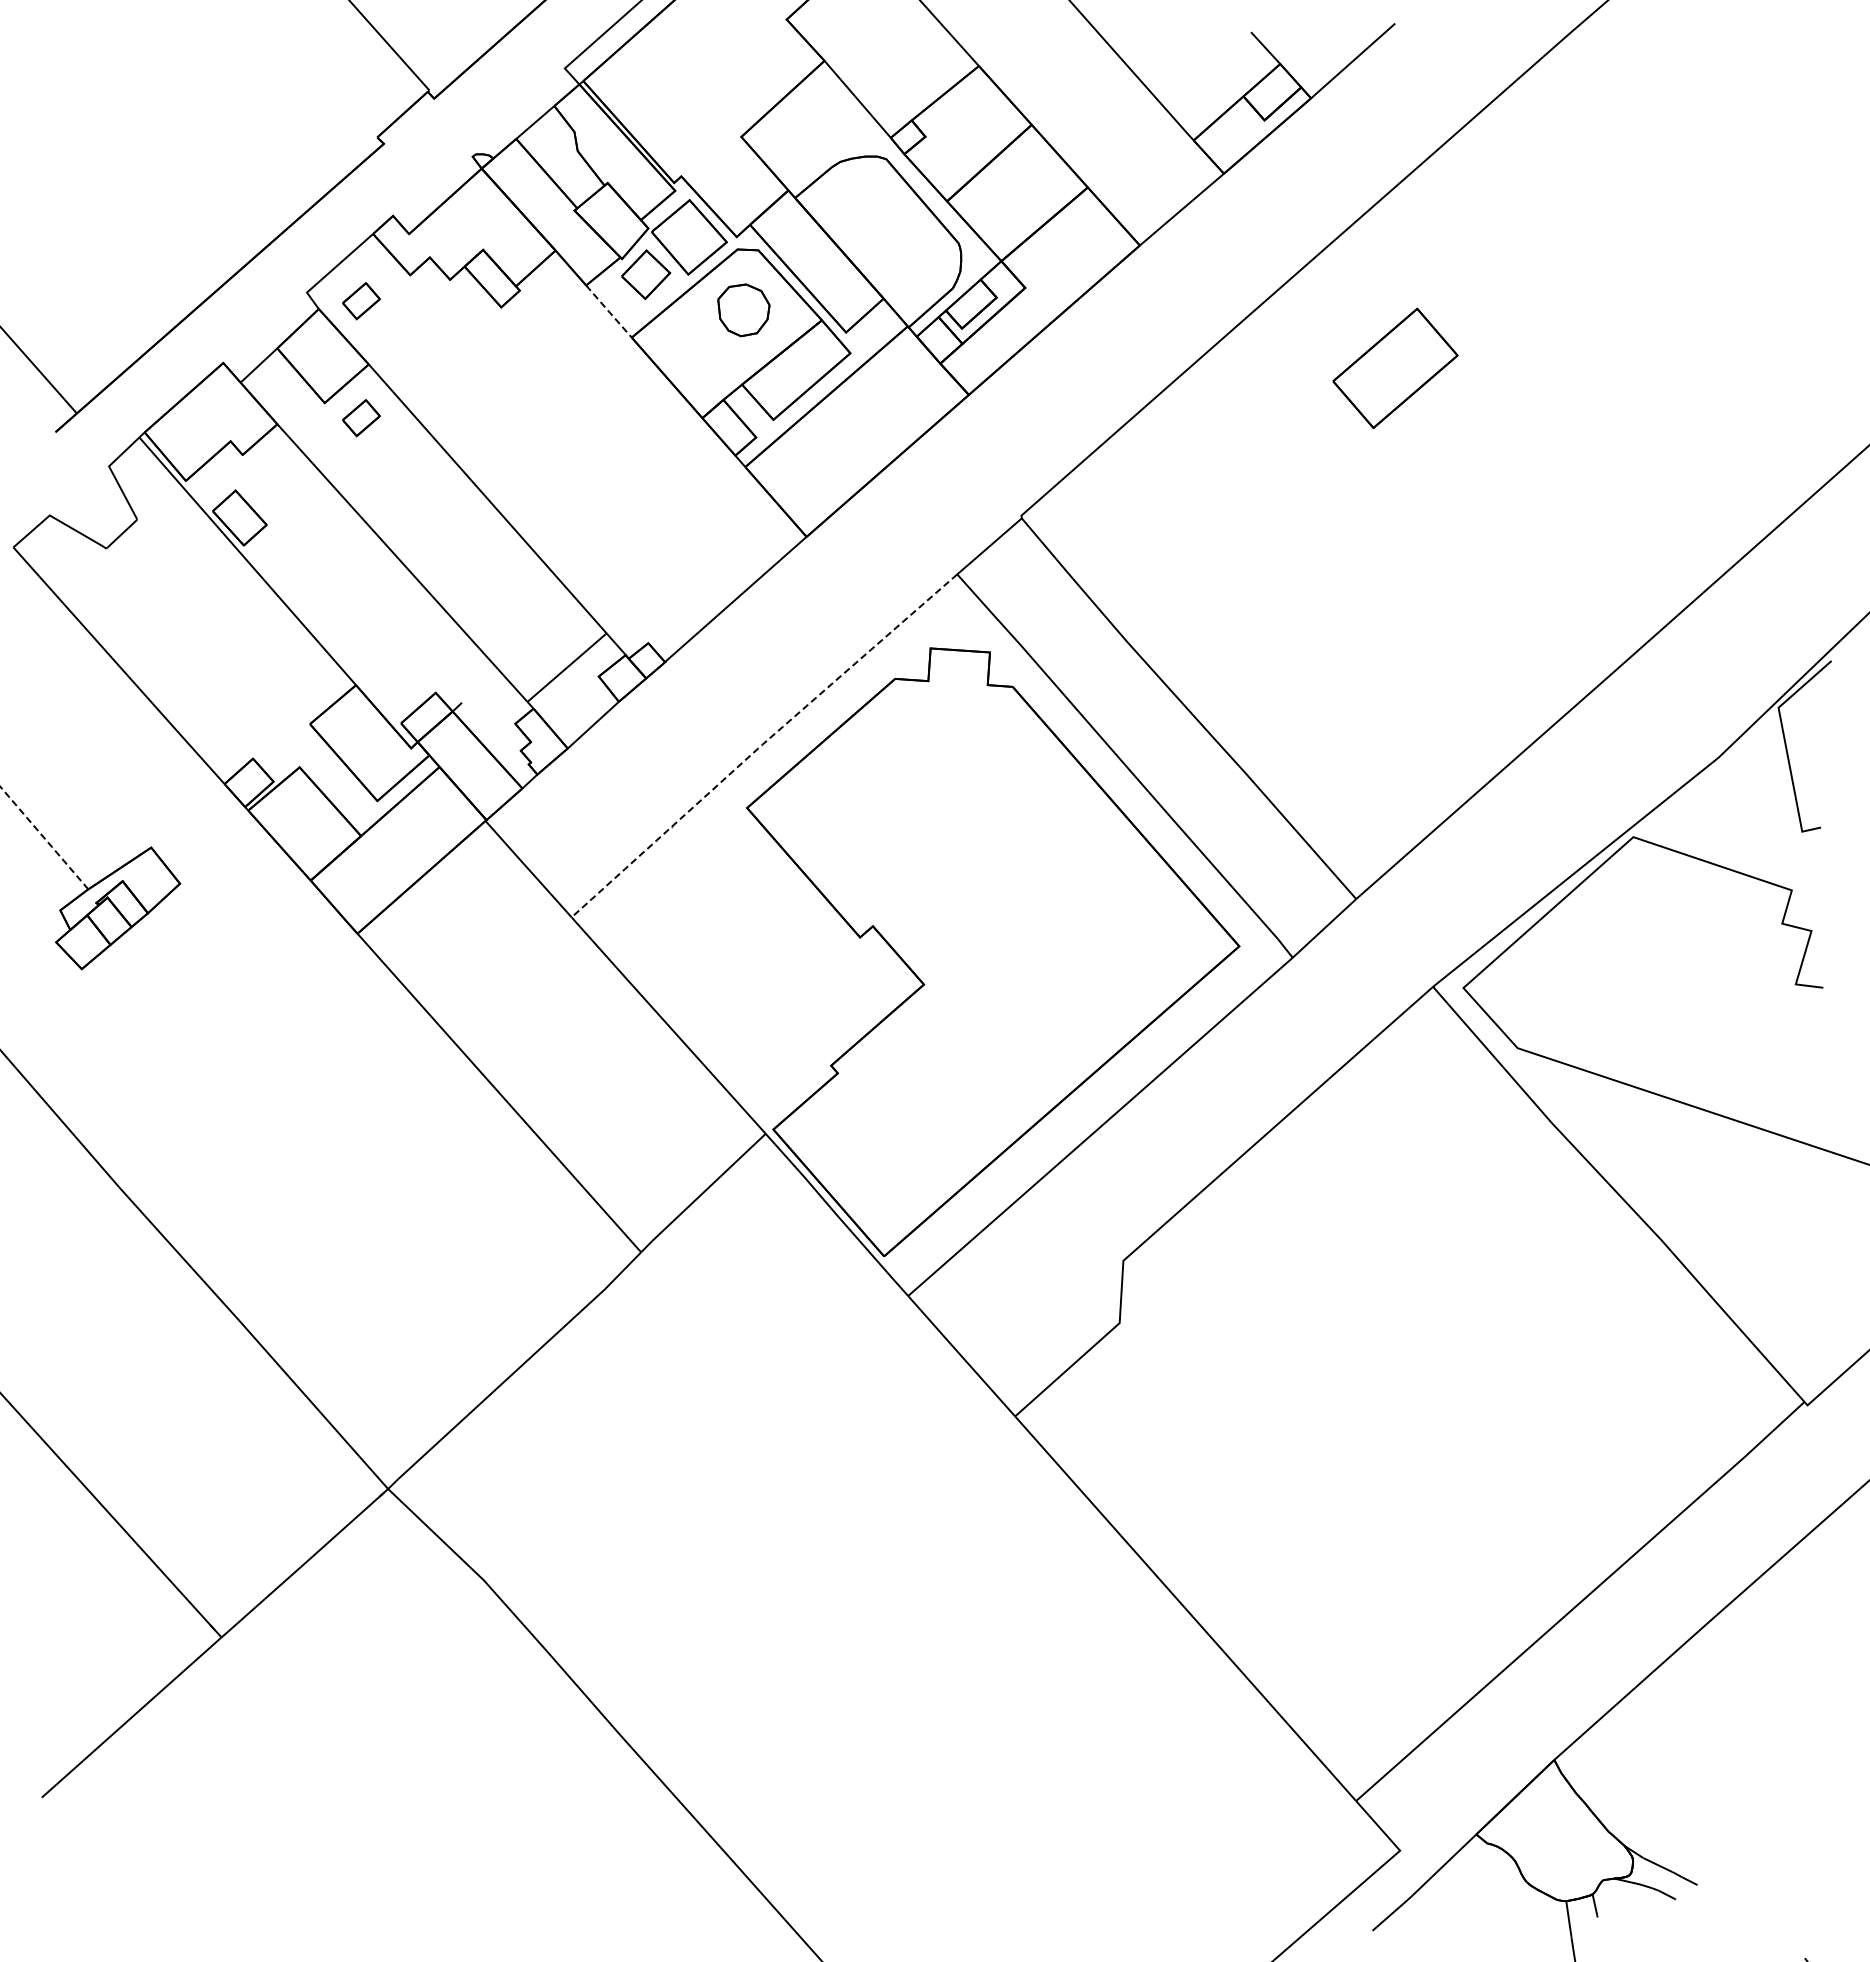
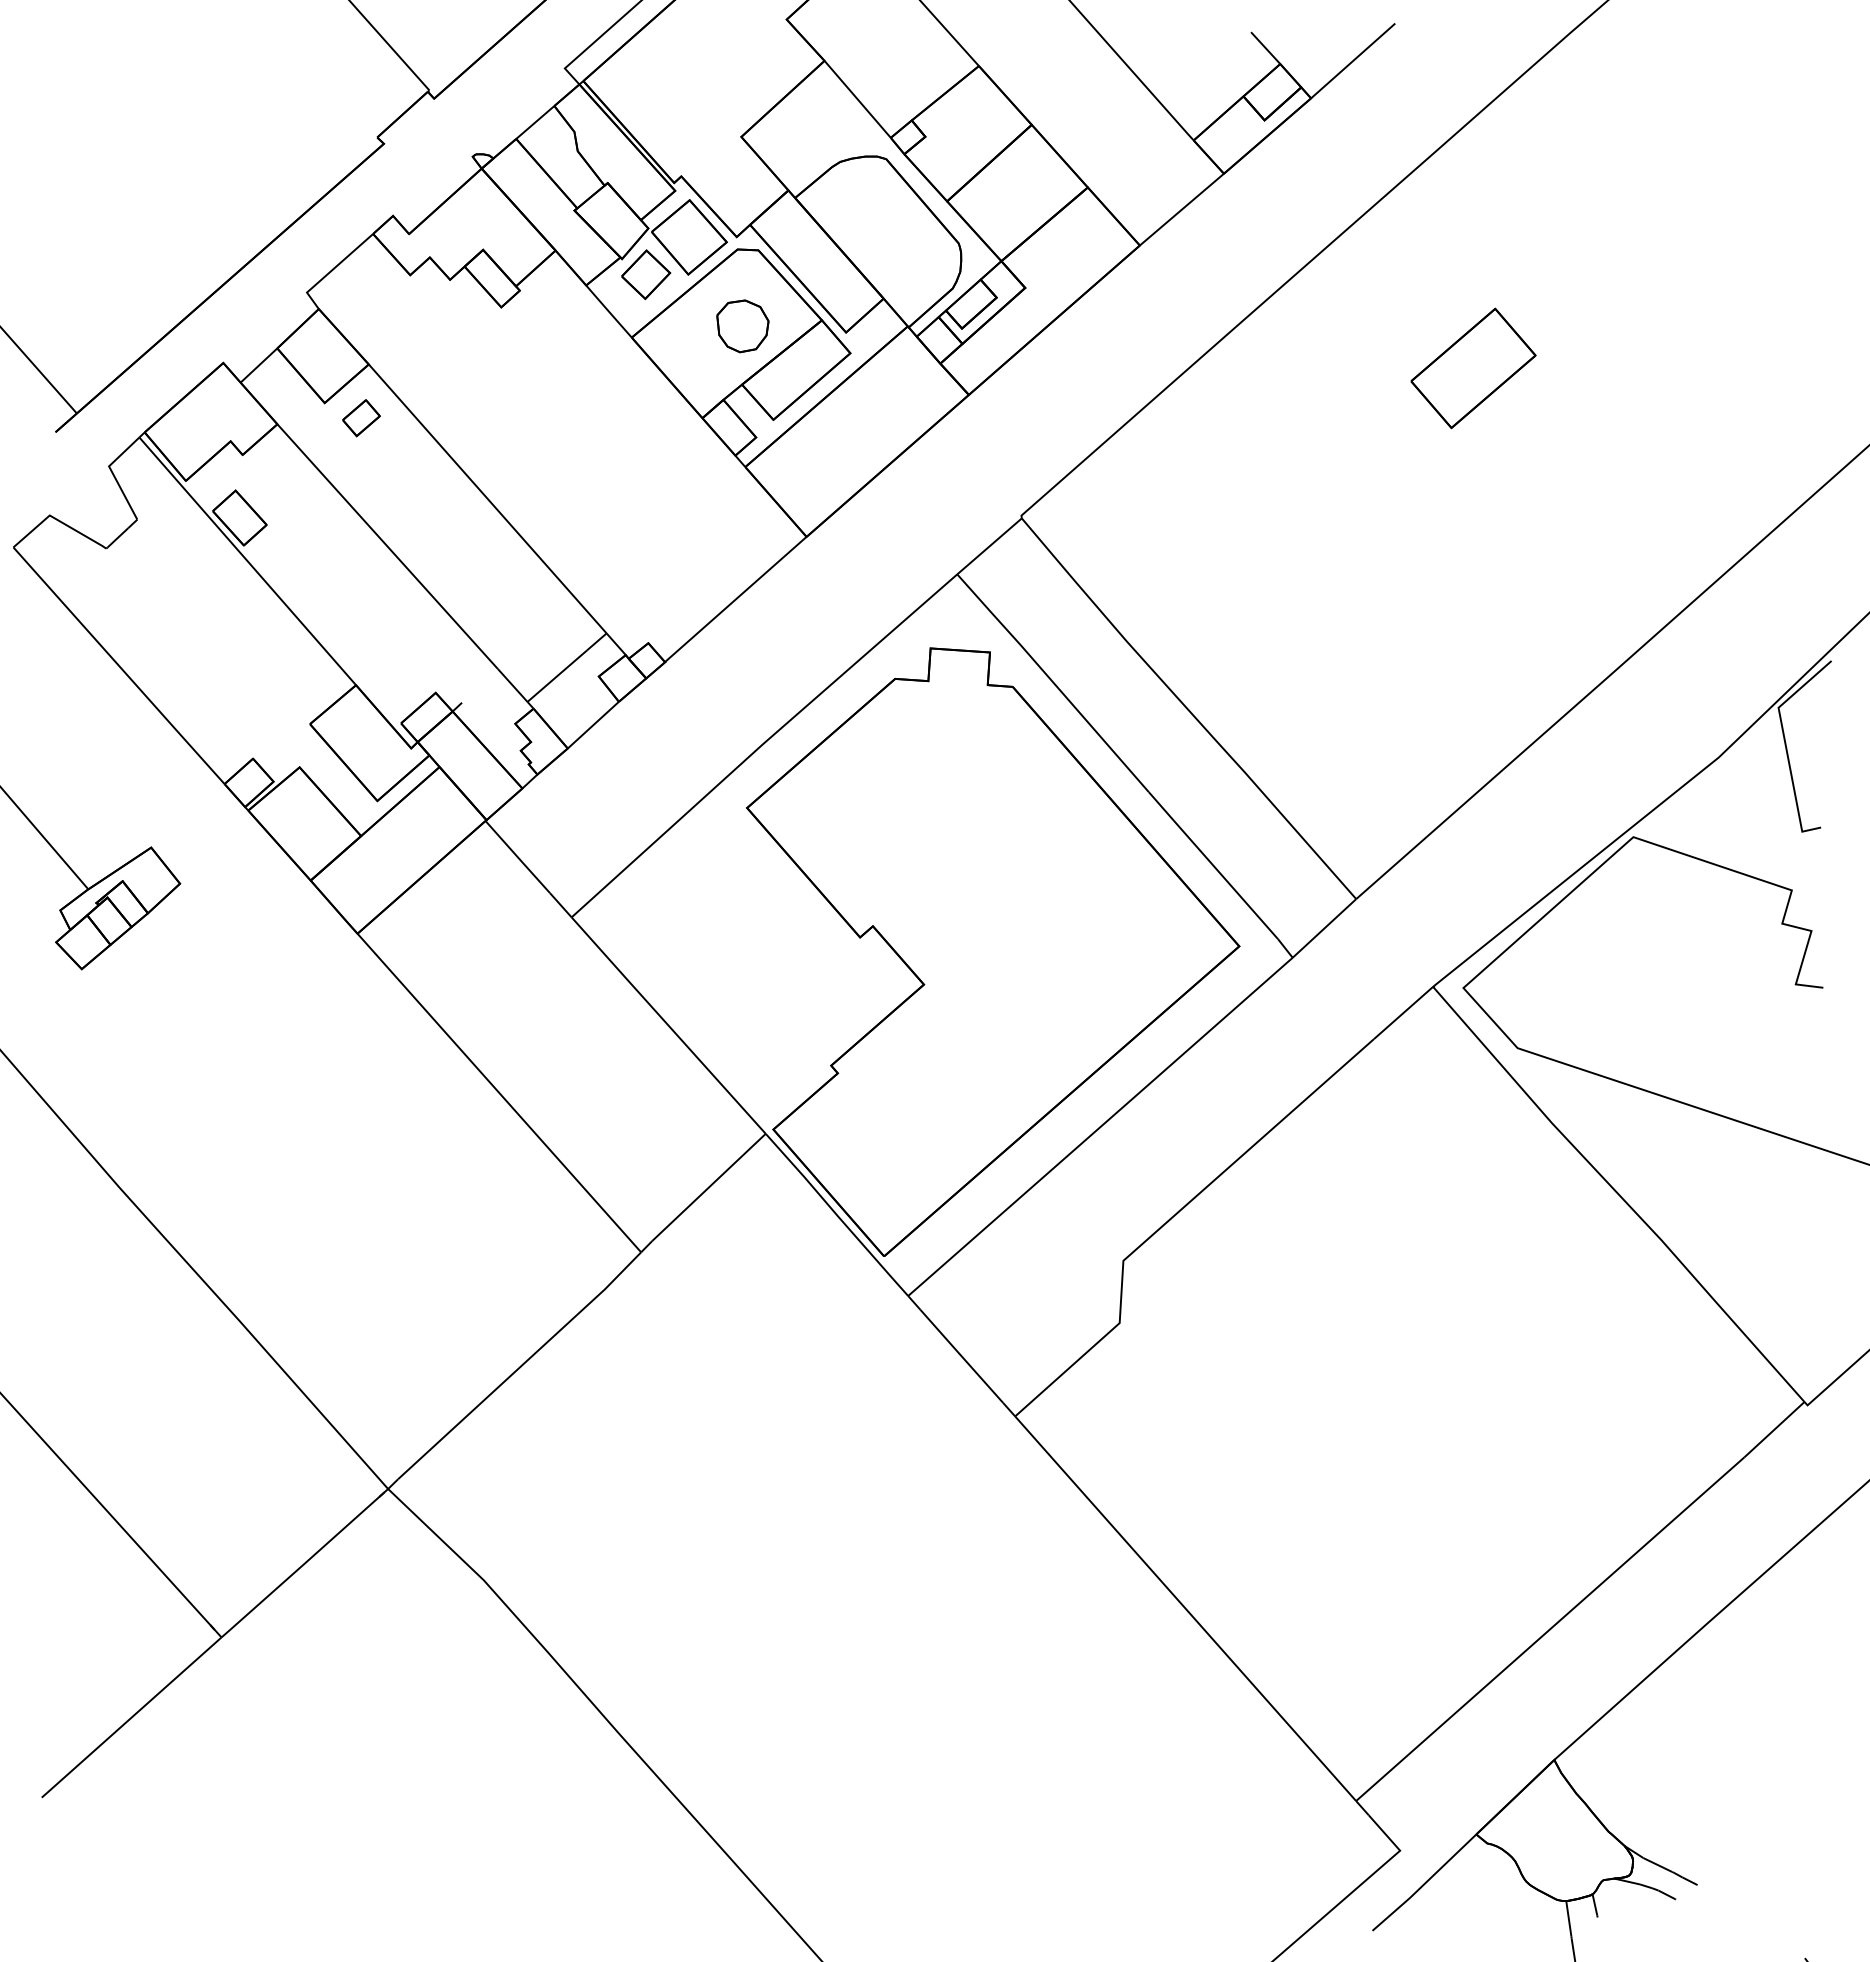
part at (361, 301): present -> none
part at (743, 310) position: (743, 310) -> (742, 326)
line at (608, 311): dashed -> solid
part at (1395, 368) position: (1395, 368) -> (1473, 368)
line at (762, 744): dashed -> solid
line at (44, 837): dashed -> solid
